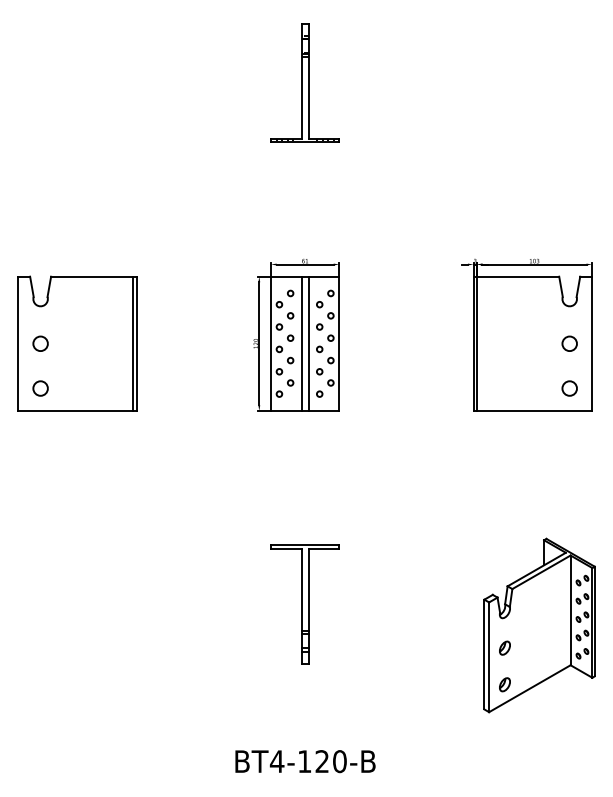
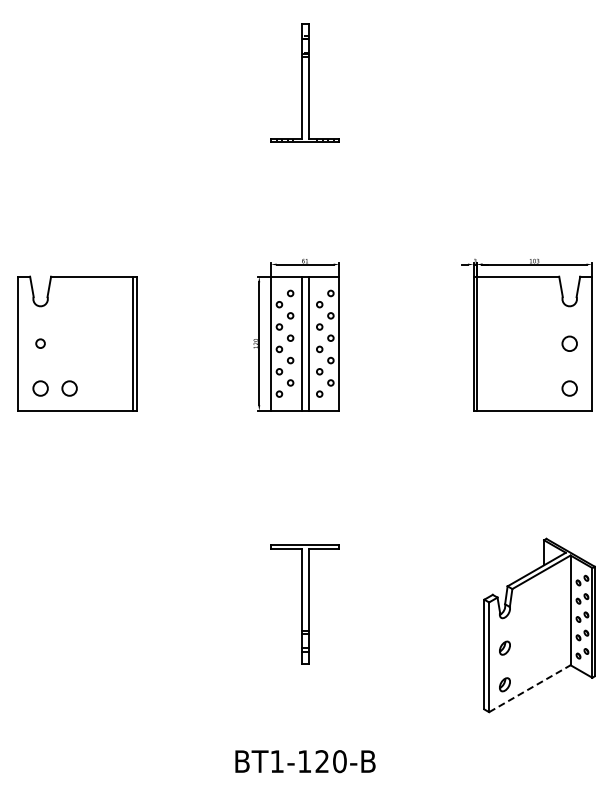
circle at (40, 343) size: 17x17 px -> 11x11 px
circle at (69, 388): none -> present
line at (530, 688): solid -> dashed
text at (276, 761): BT4-120-B -> BT1-120-B
